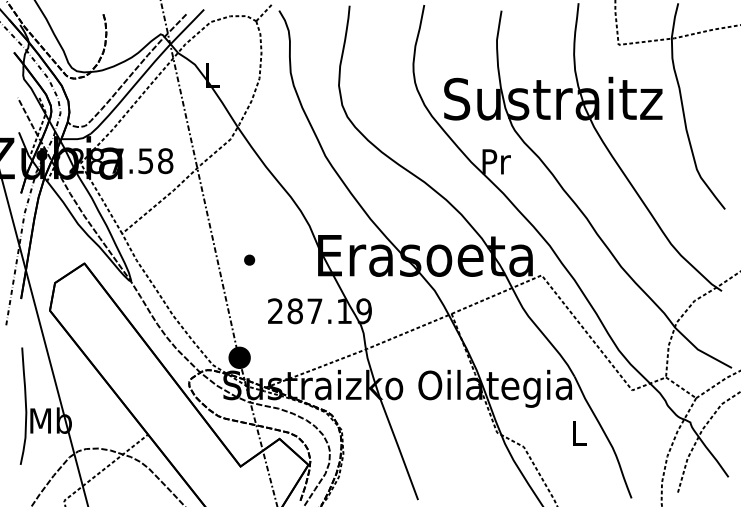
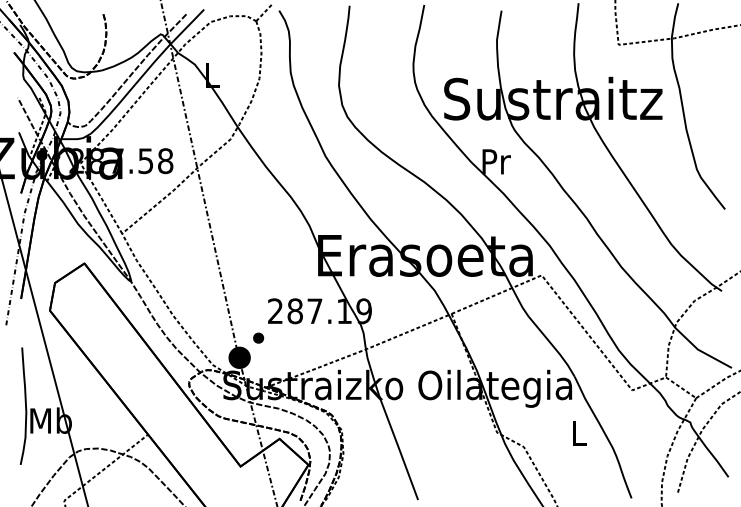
part at (249, 259) position: (249, 259) -> (258, 337)
